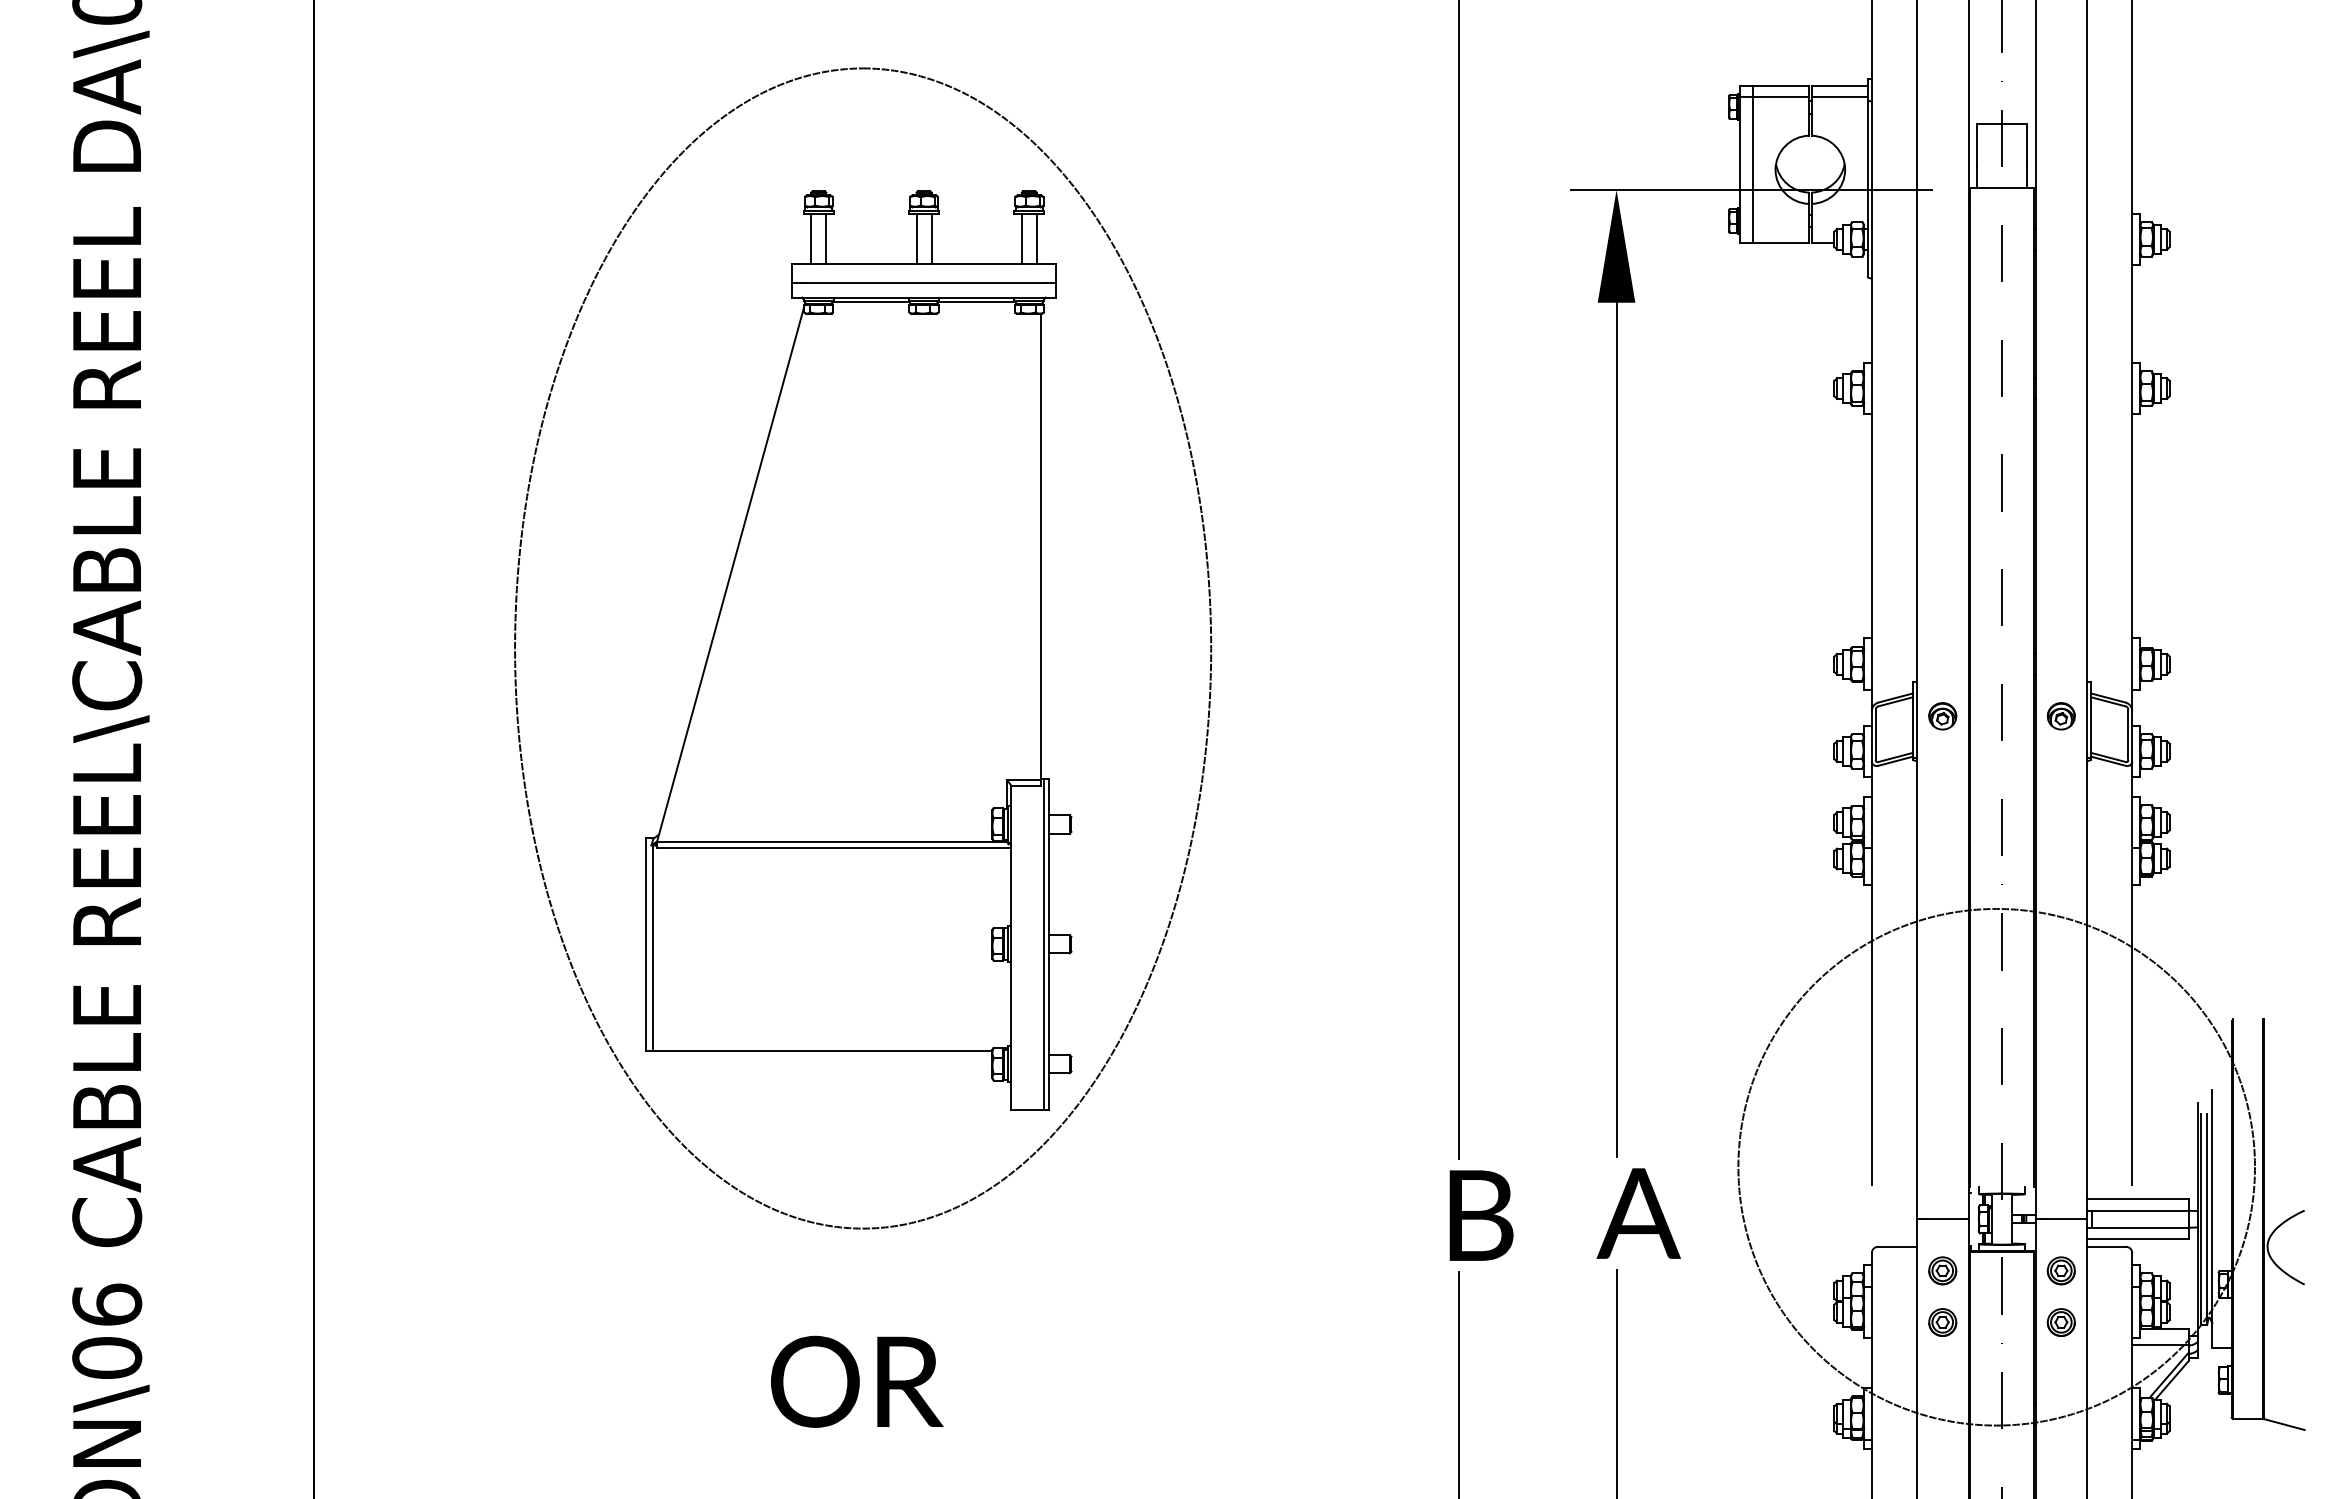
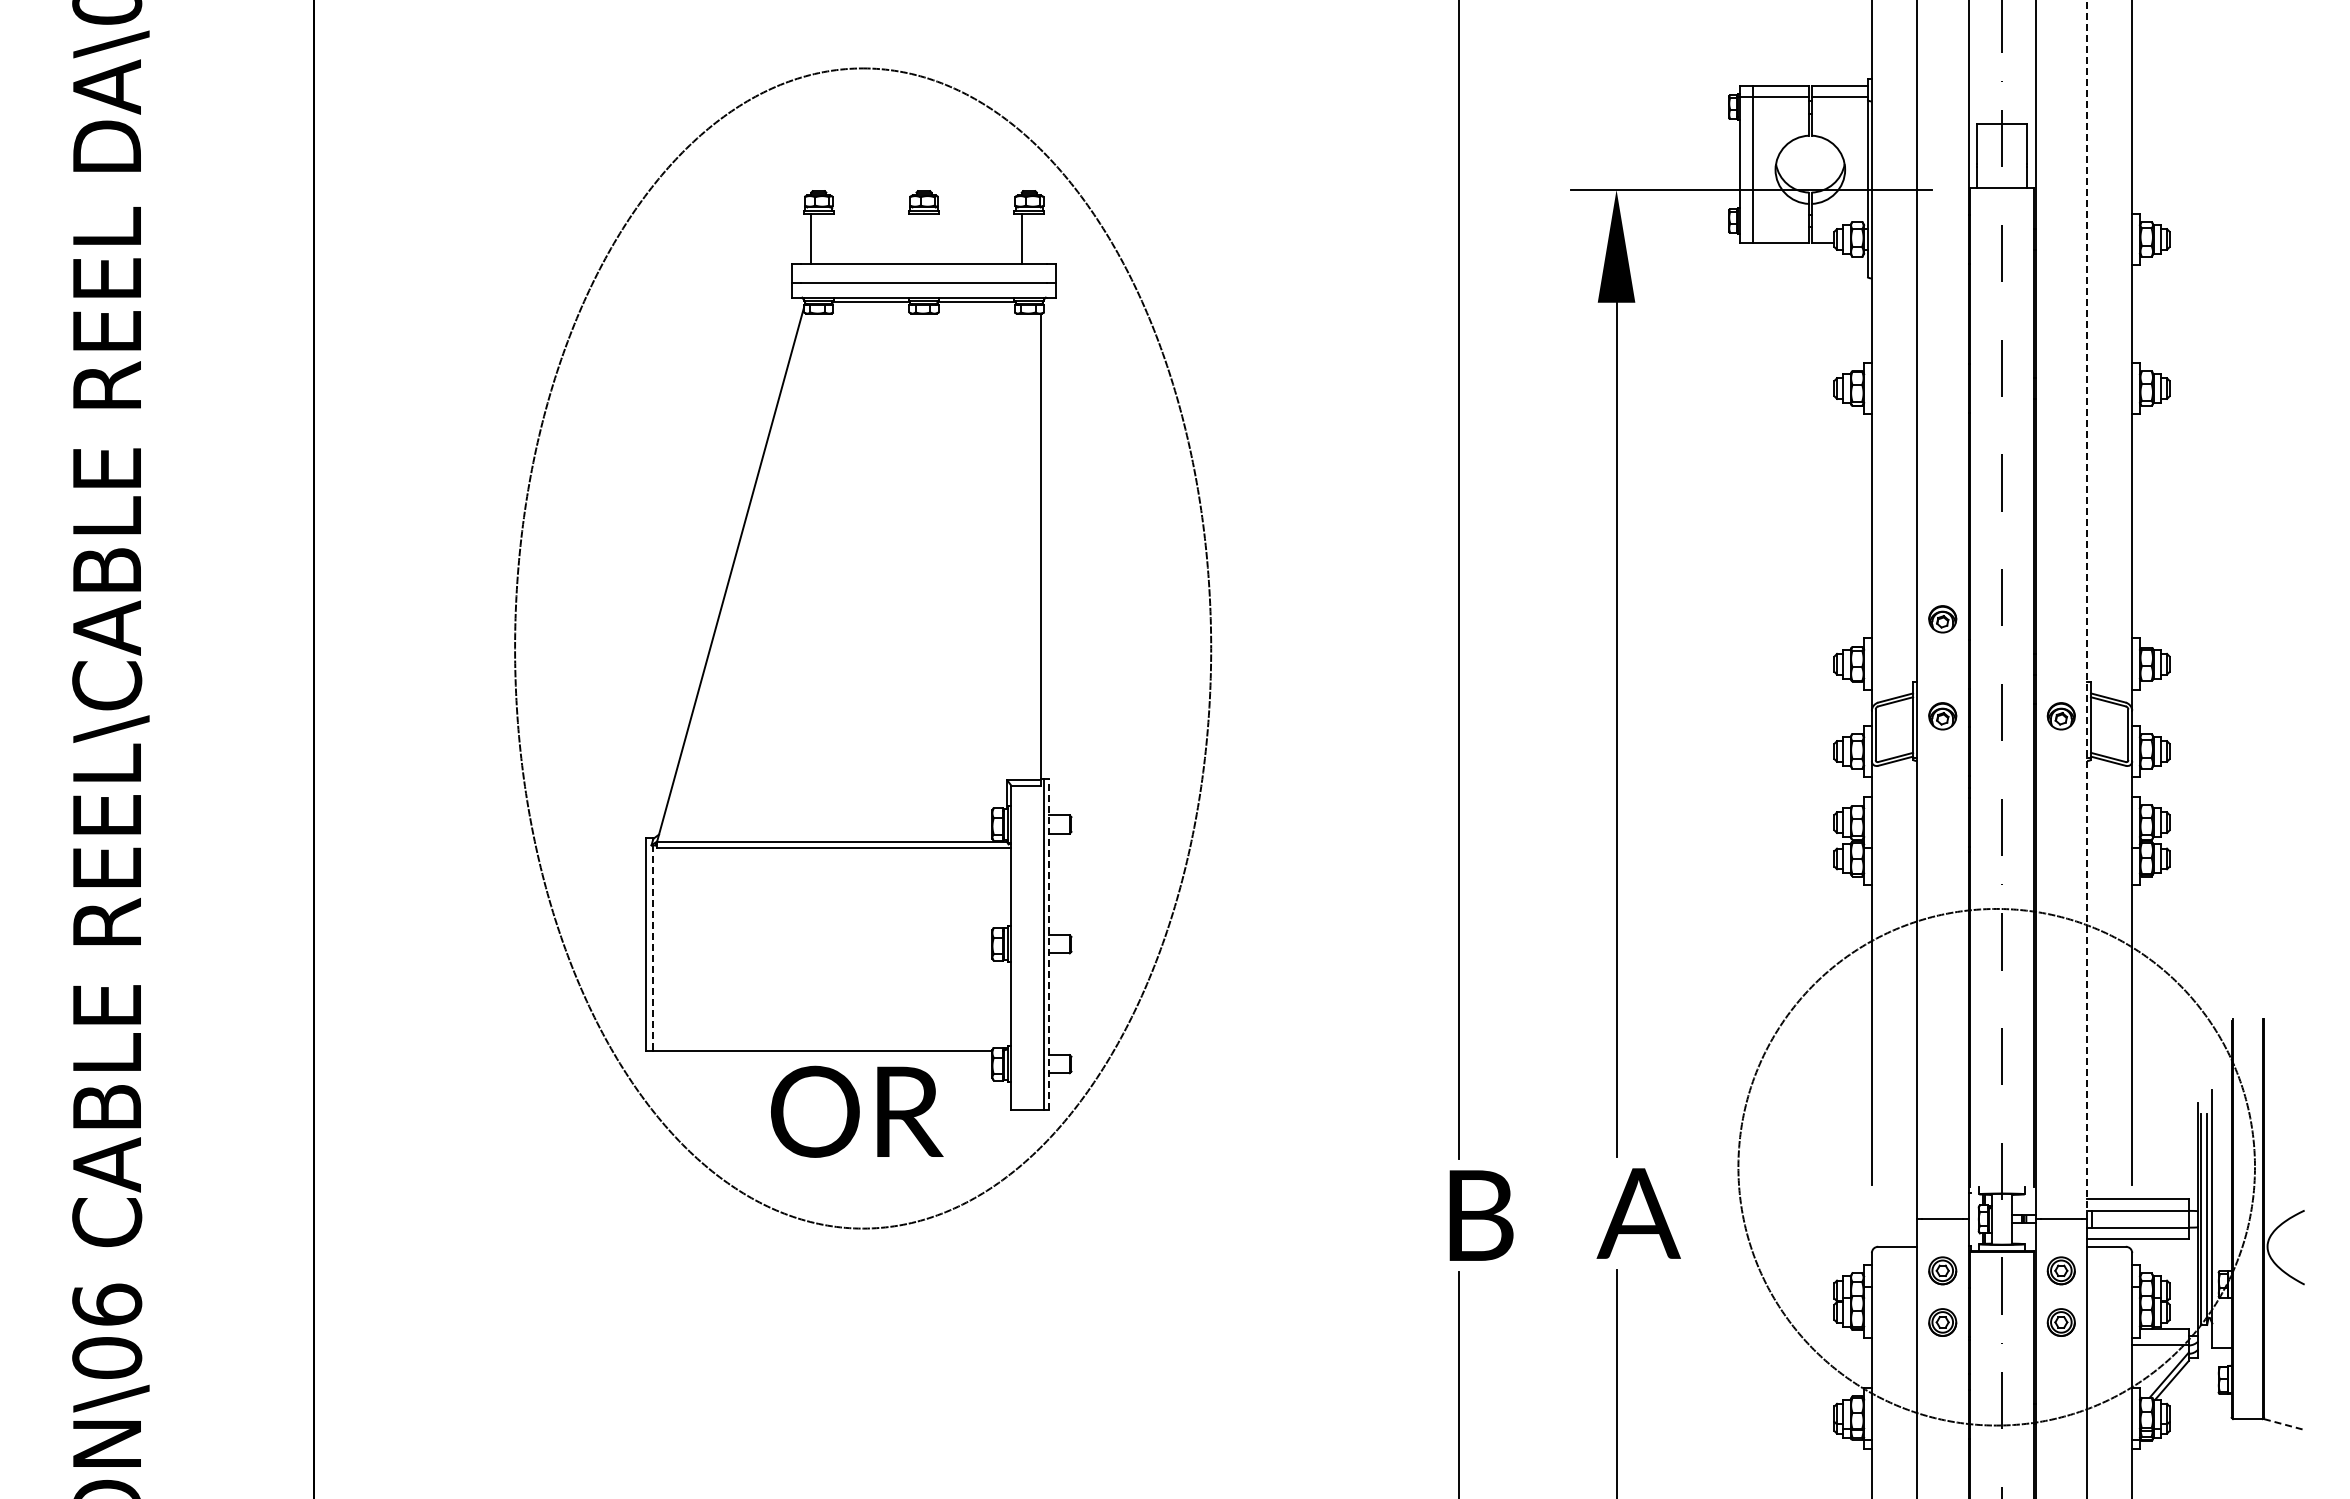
line at (826, 238): present -> none
line at (916, 238): present -> none
line at (931, 238): present -> none
line at (1036, 238): present -> none
line at (2087, 609): solid -> dashed
part at (1942, 619): none -> present
line at (1049, 943): solid -> dashed
line at (653, 948): solid -> dashed
text at (857, 1381) position: (857, 1381) -> (857, 1111)
line at (2284, 1424): solid -> dashed
